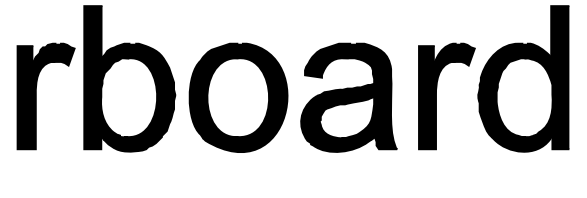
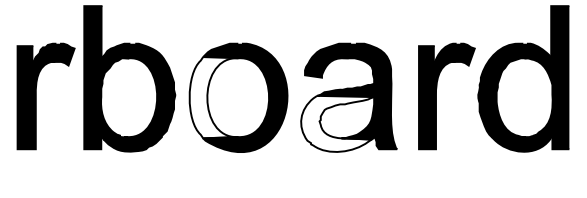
fill at (213, 97): present -> none
fill at (337, 123): present -> none
